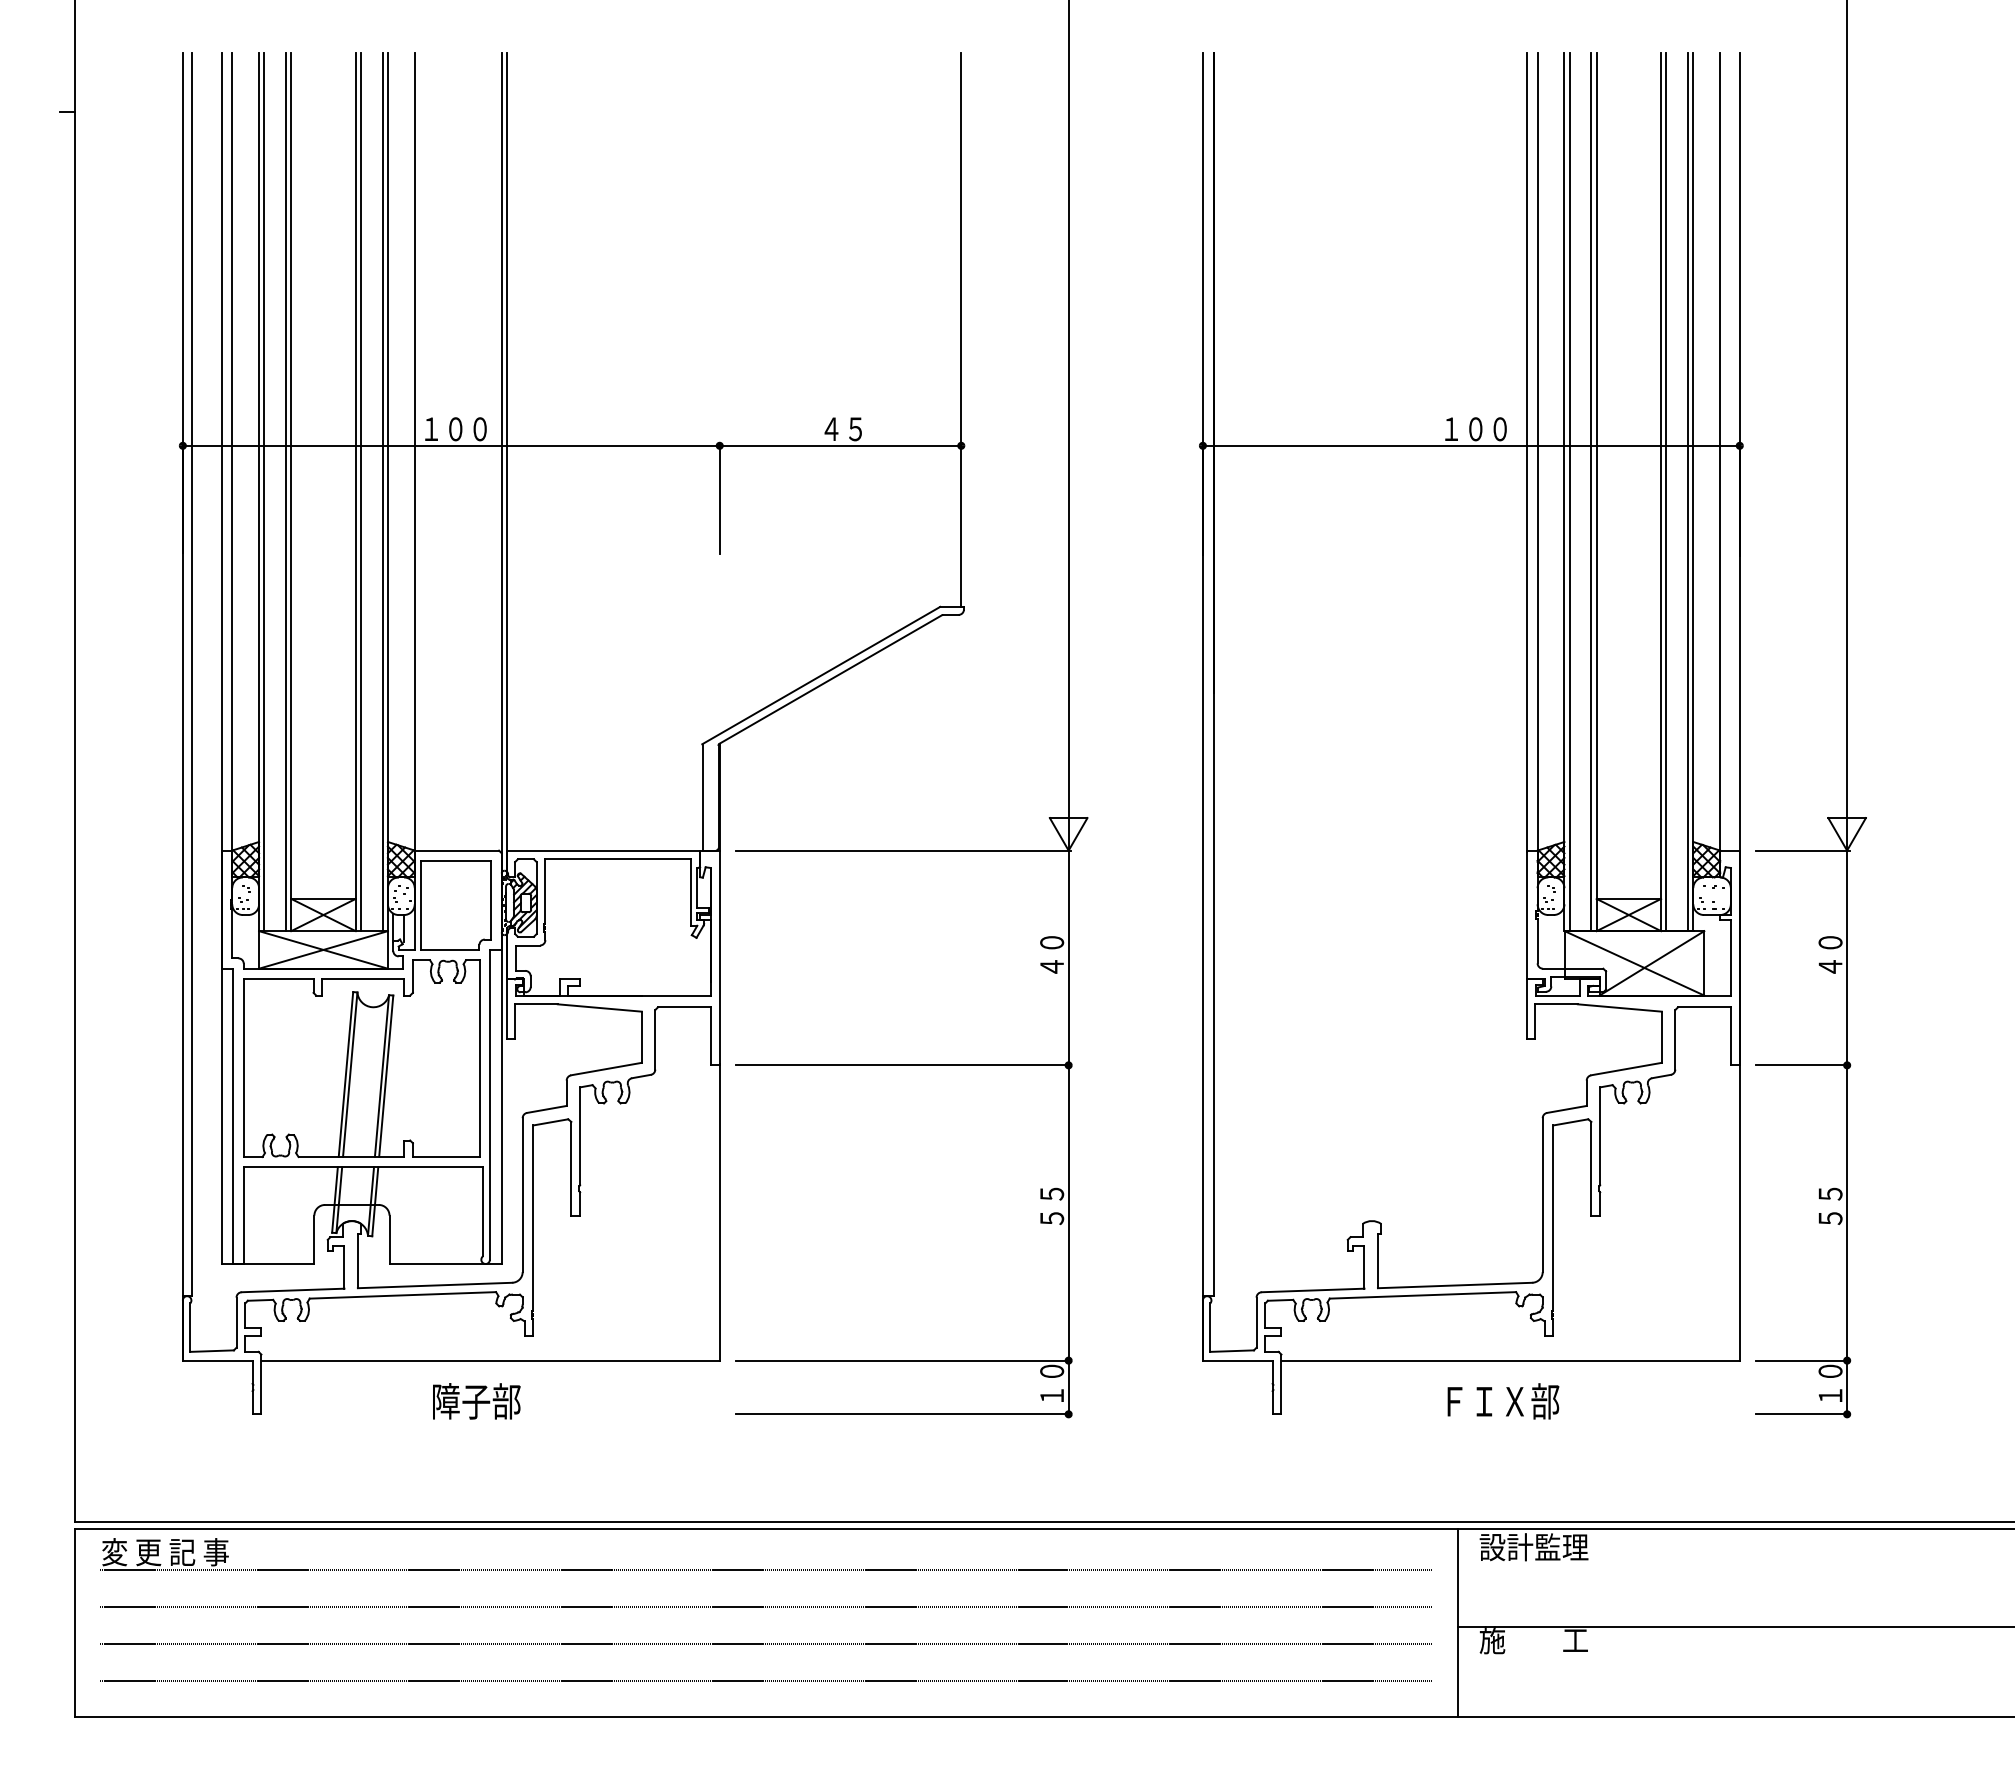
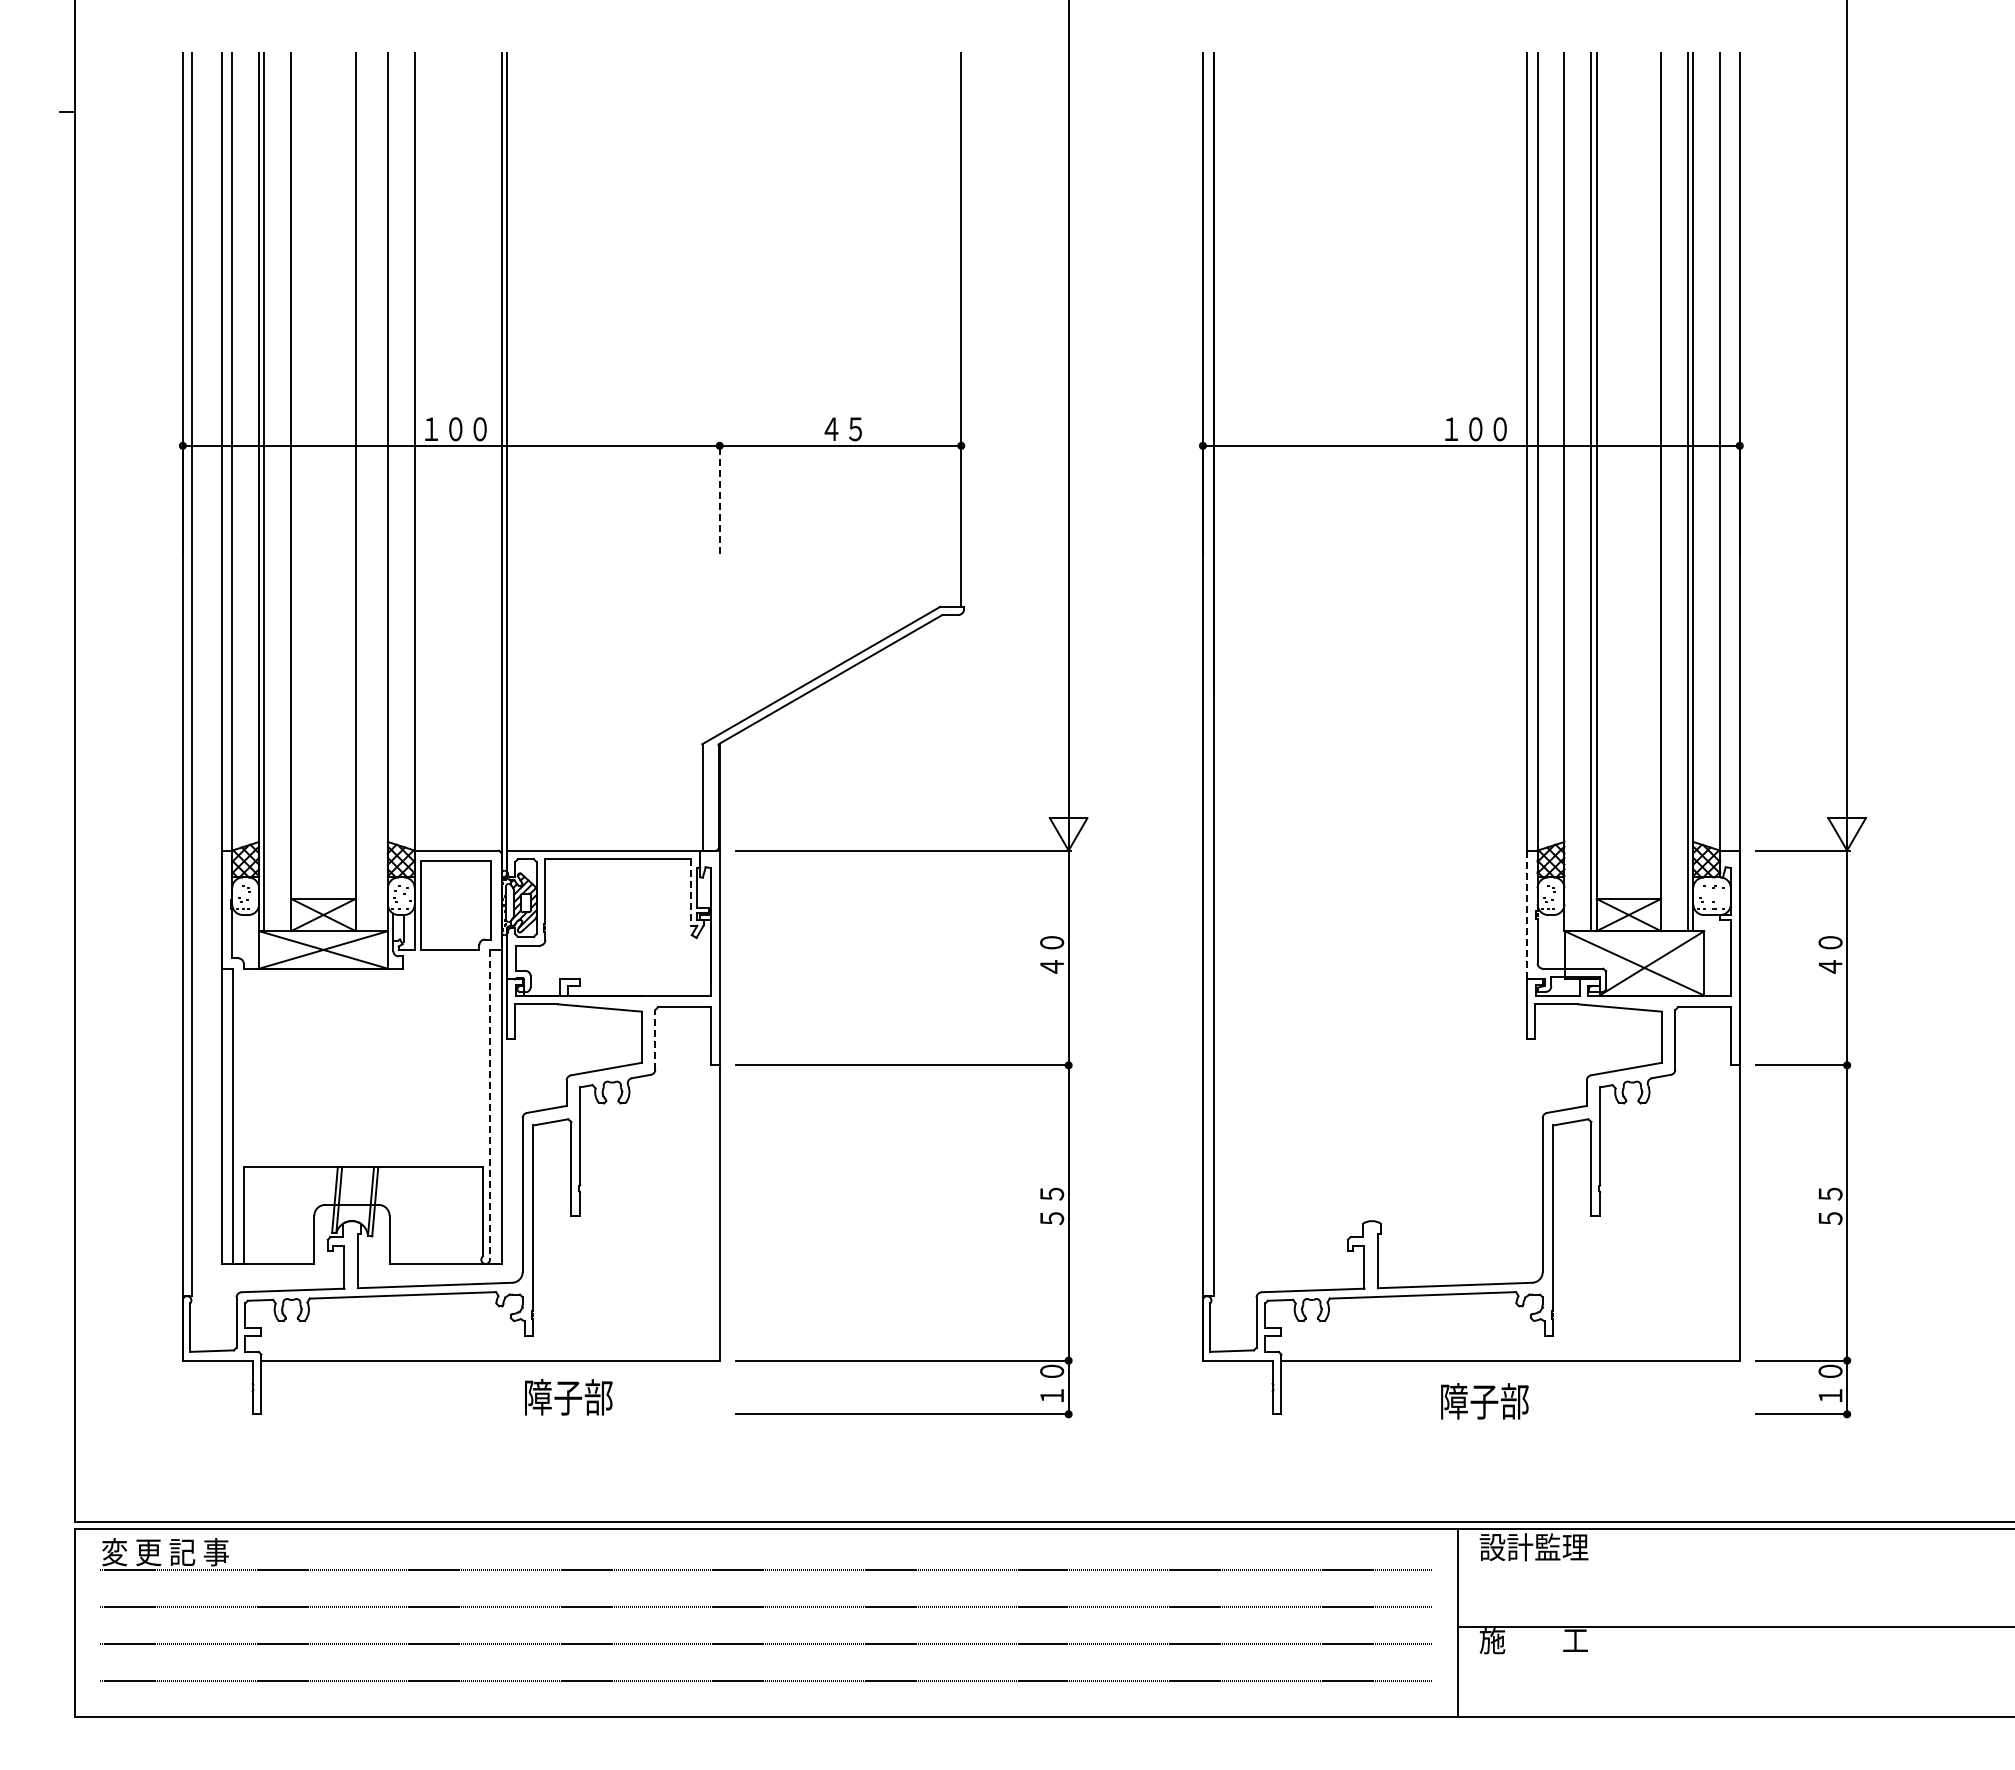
line at (285, 492): present -> none
line at (361, 492): present -> none
line at (382, 492): present -> none
line at (1569, 492): present -> none
line at (1666, 492): present -> none
line at (719, 498): solid -> dashed
line at (690, 893): solid -> dashed
line at (1527, 915): solid -> dashed
line at (655, 1039): solid -> dashed
part at (361, 1058): present -> none
line at (489, 1104): solid -> dashed
text at (476, 1401) position: (476, 1401) -> (568, 1397)
text at (1500, 1401): ＦＩＸ部 -> 障子部
